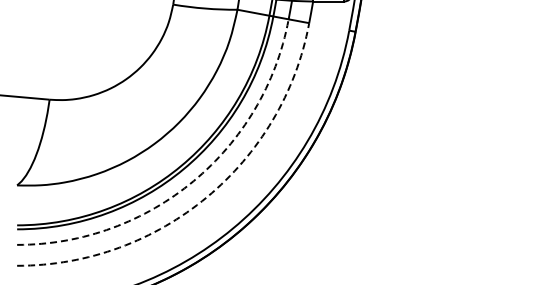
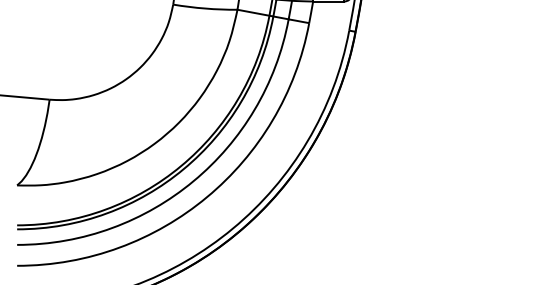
arc at (193, 181): dashed -> solid
arc at (206, 197): dashed -> solid
